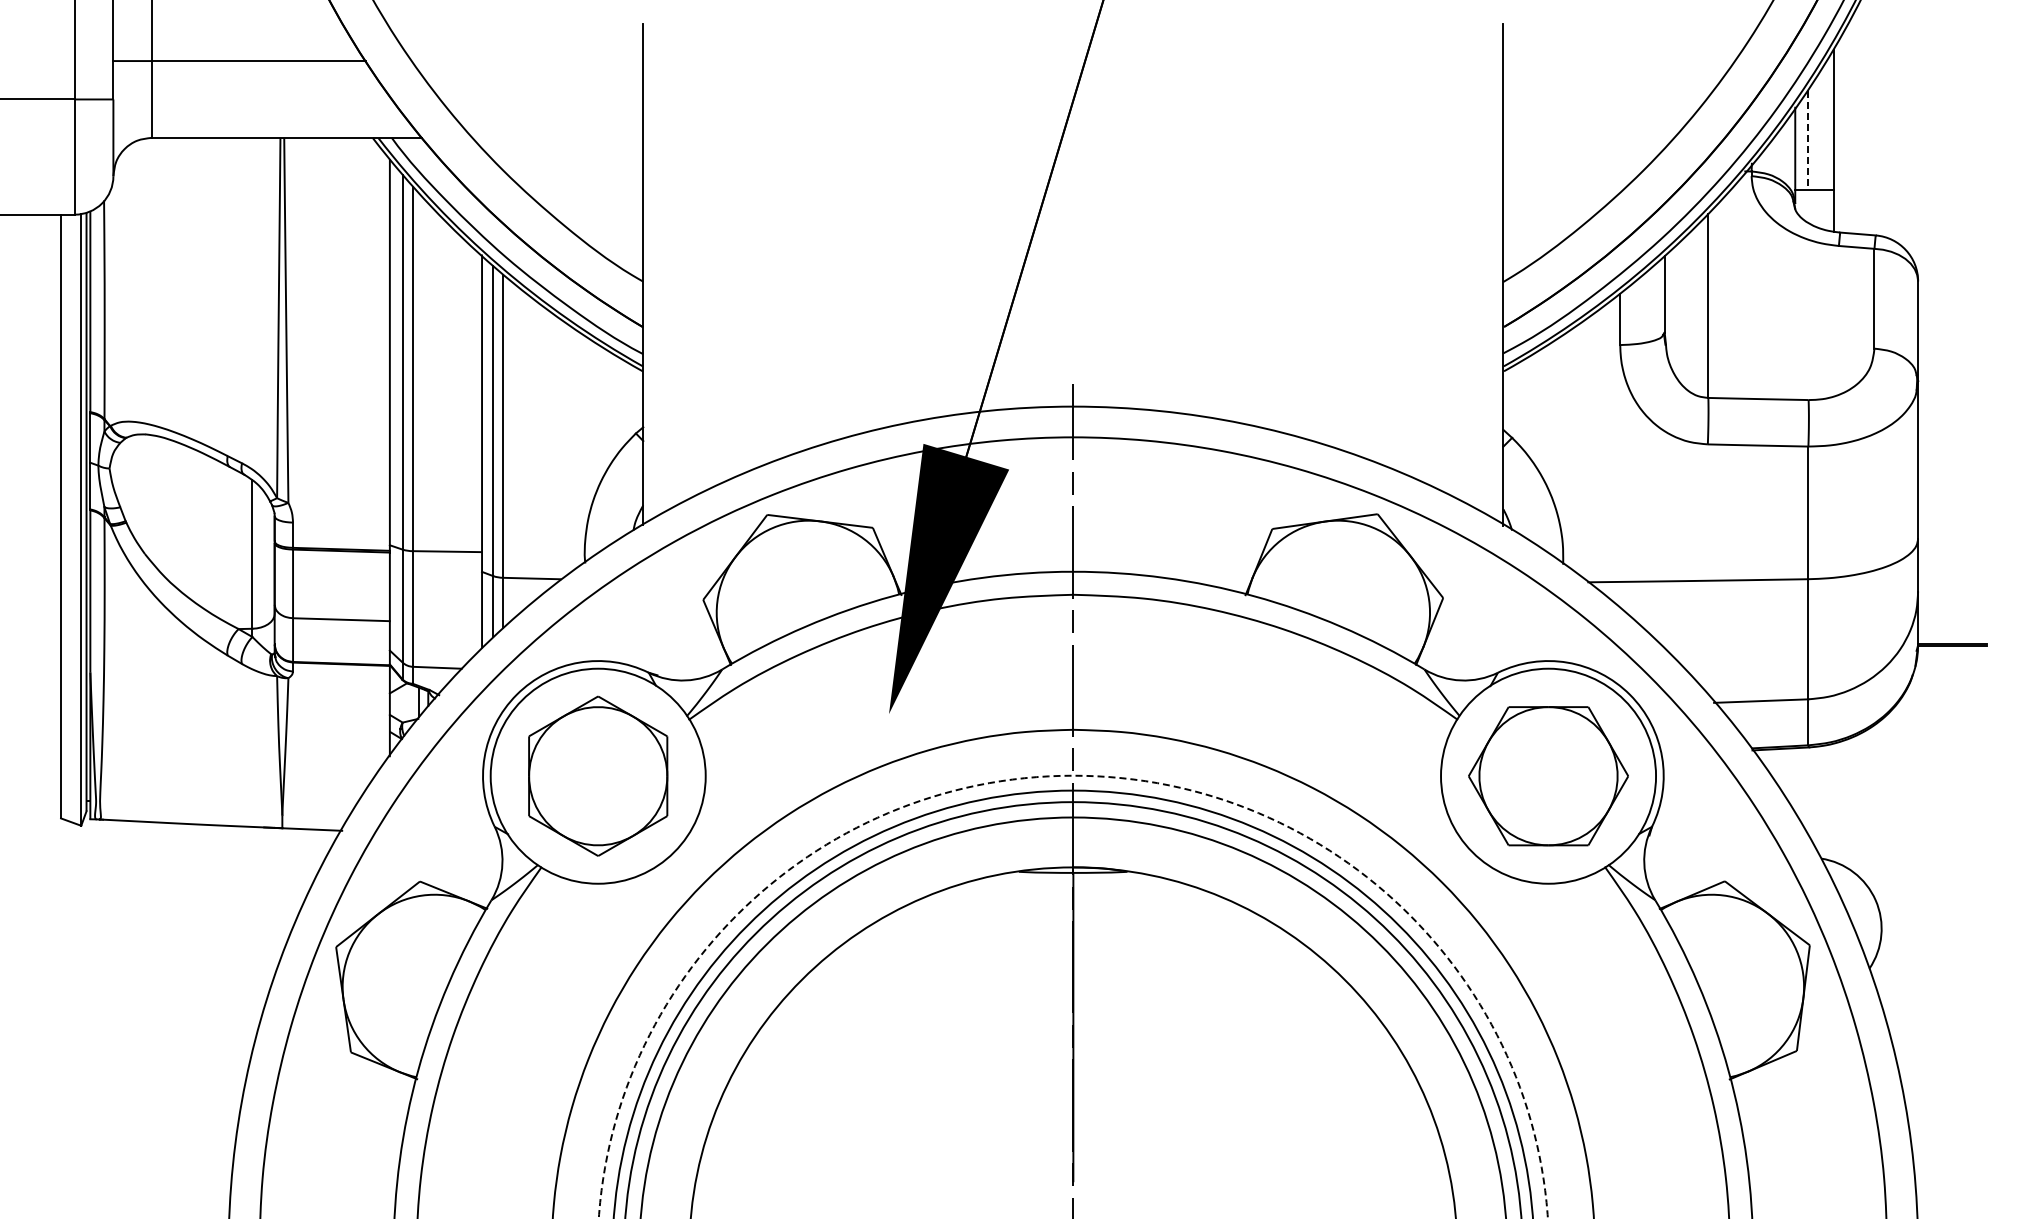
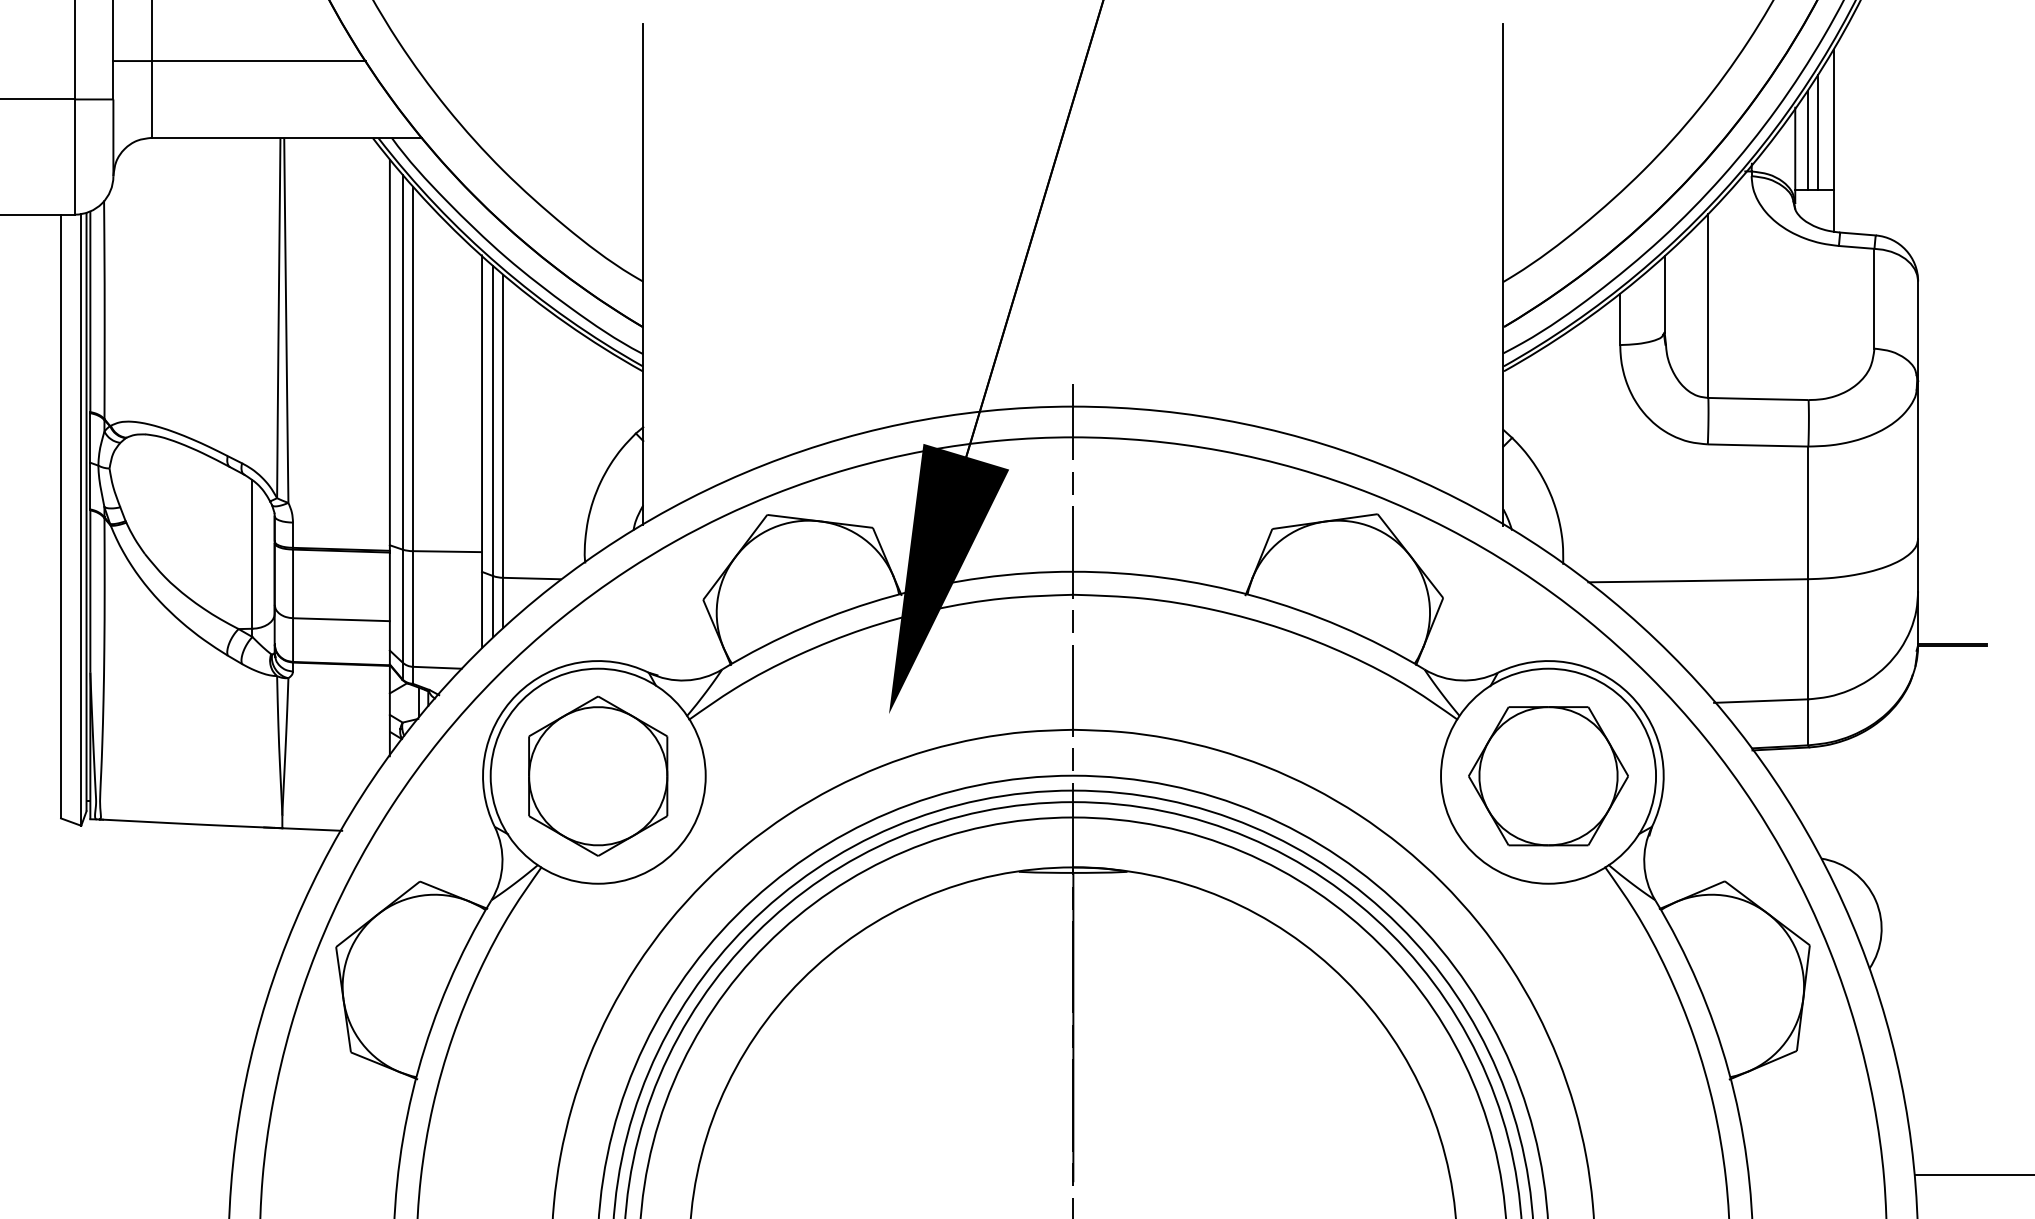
line at (1818, 132): none -> present
line at (1807, 140): dashed -> solid
circle at (1072, 996): dashed -> solid
line at (1972, 1174): none -> present
